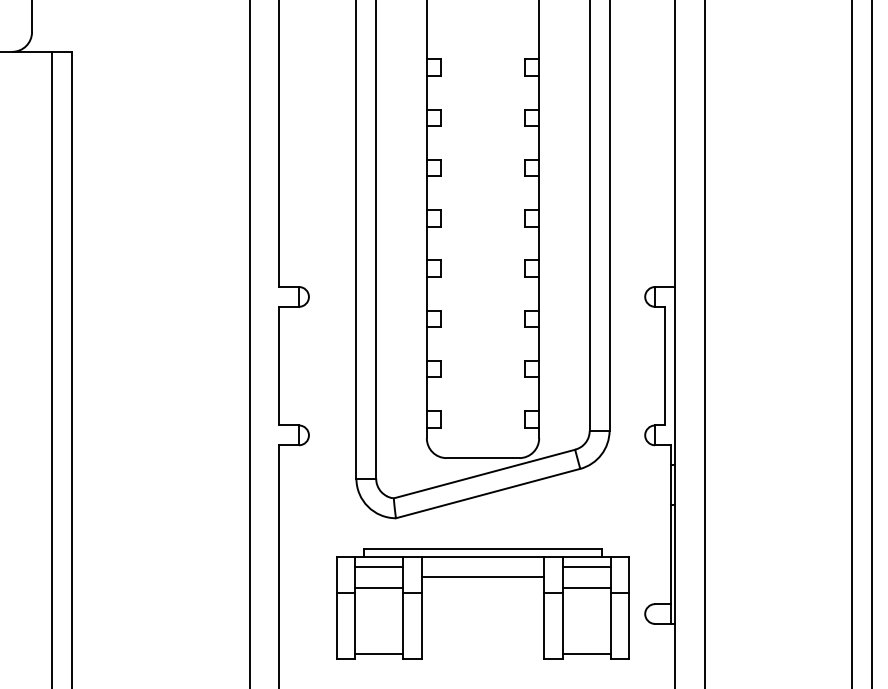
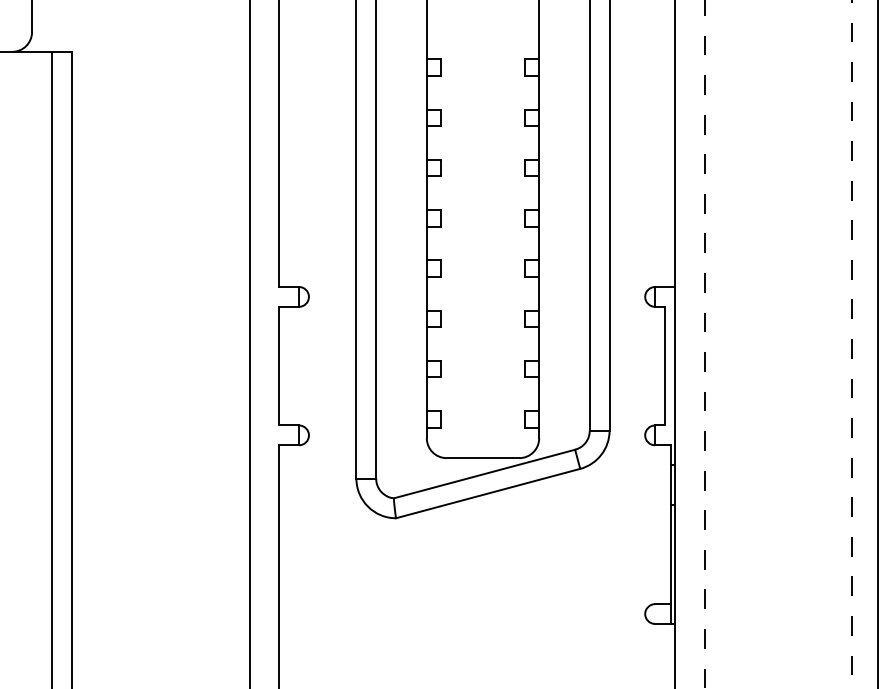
line at (872, 343) position: (872, 343) -> (878, 343)
line at (704, 344): solid -> dashed
line at (852, 344): solid -> dashed
part at (482, 577): present -> none
